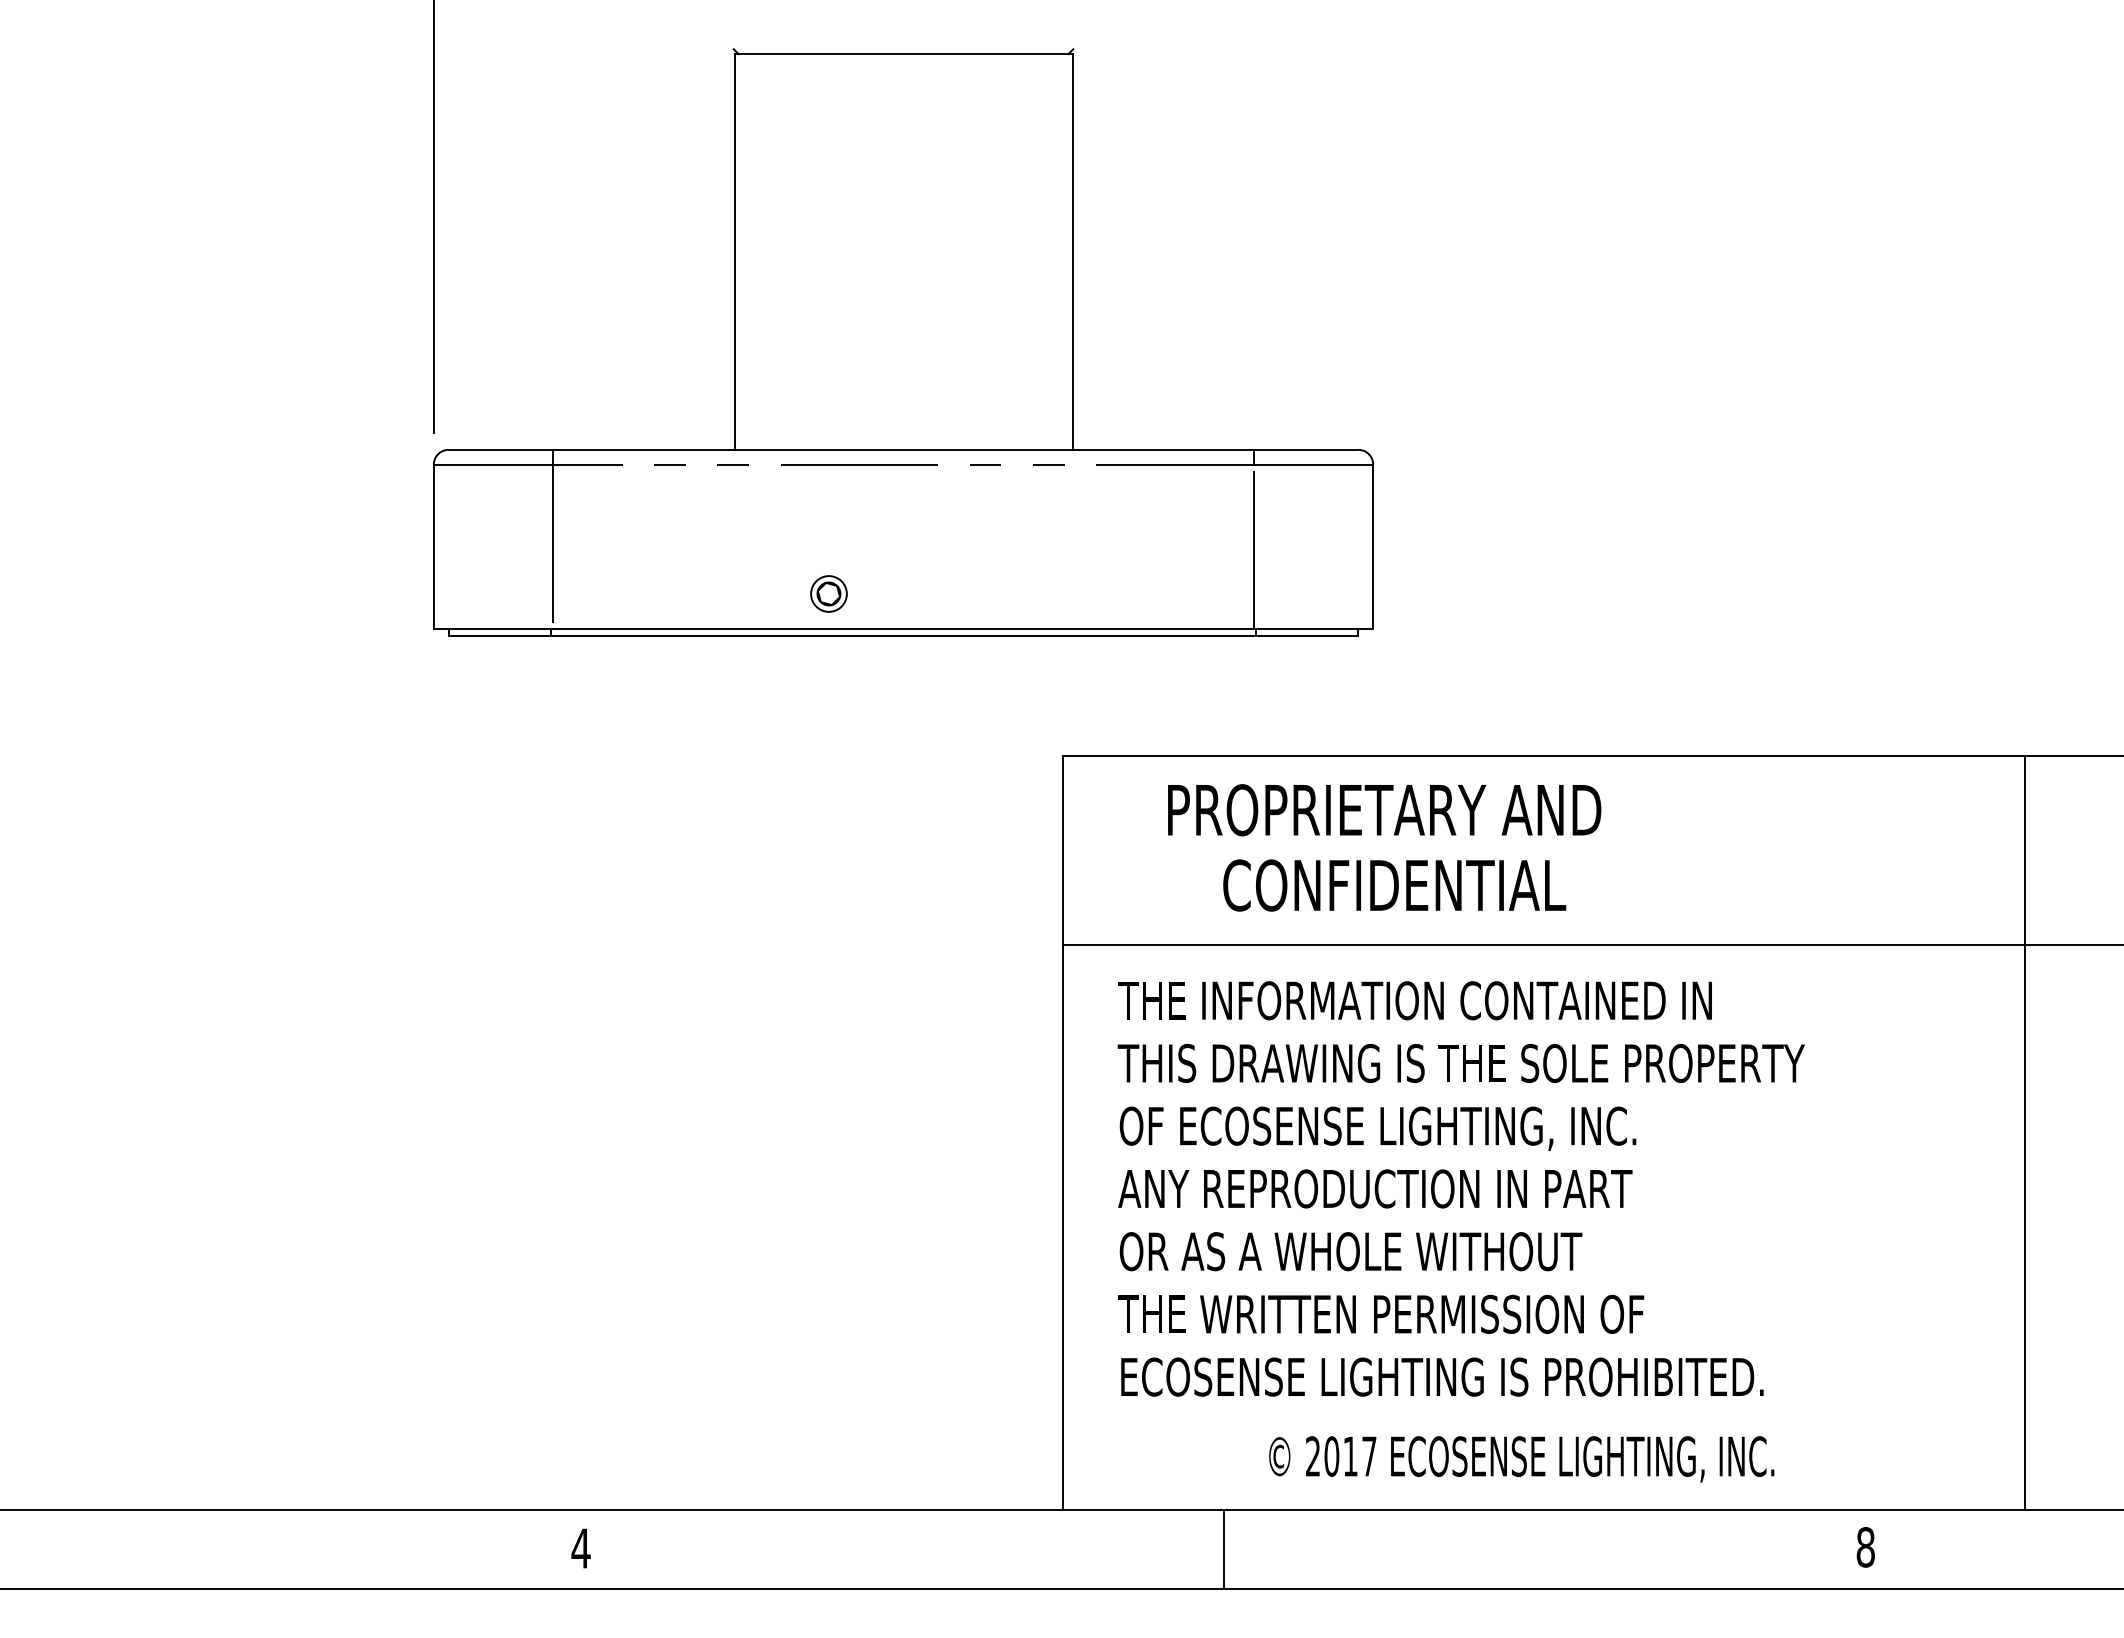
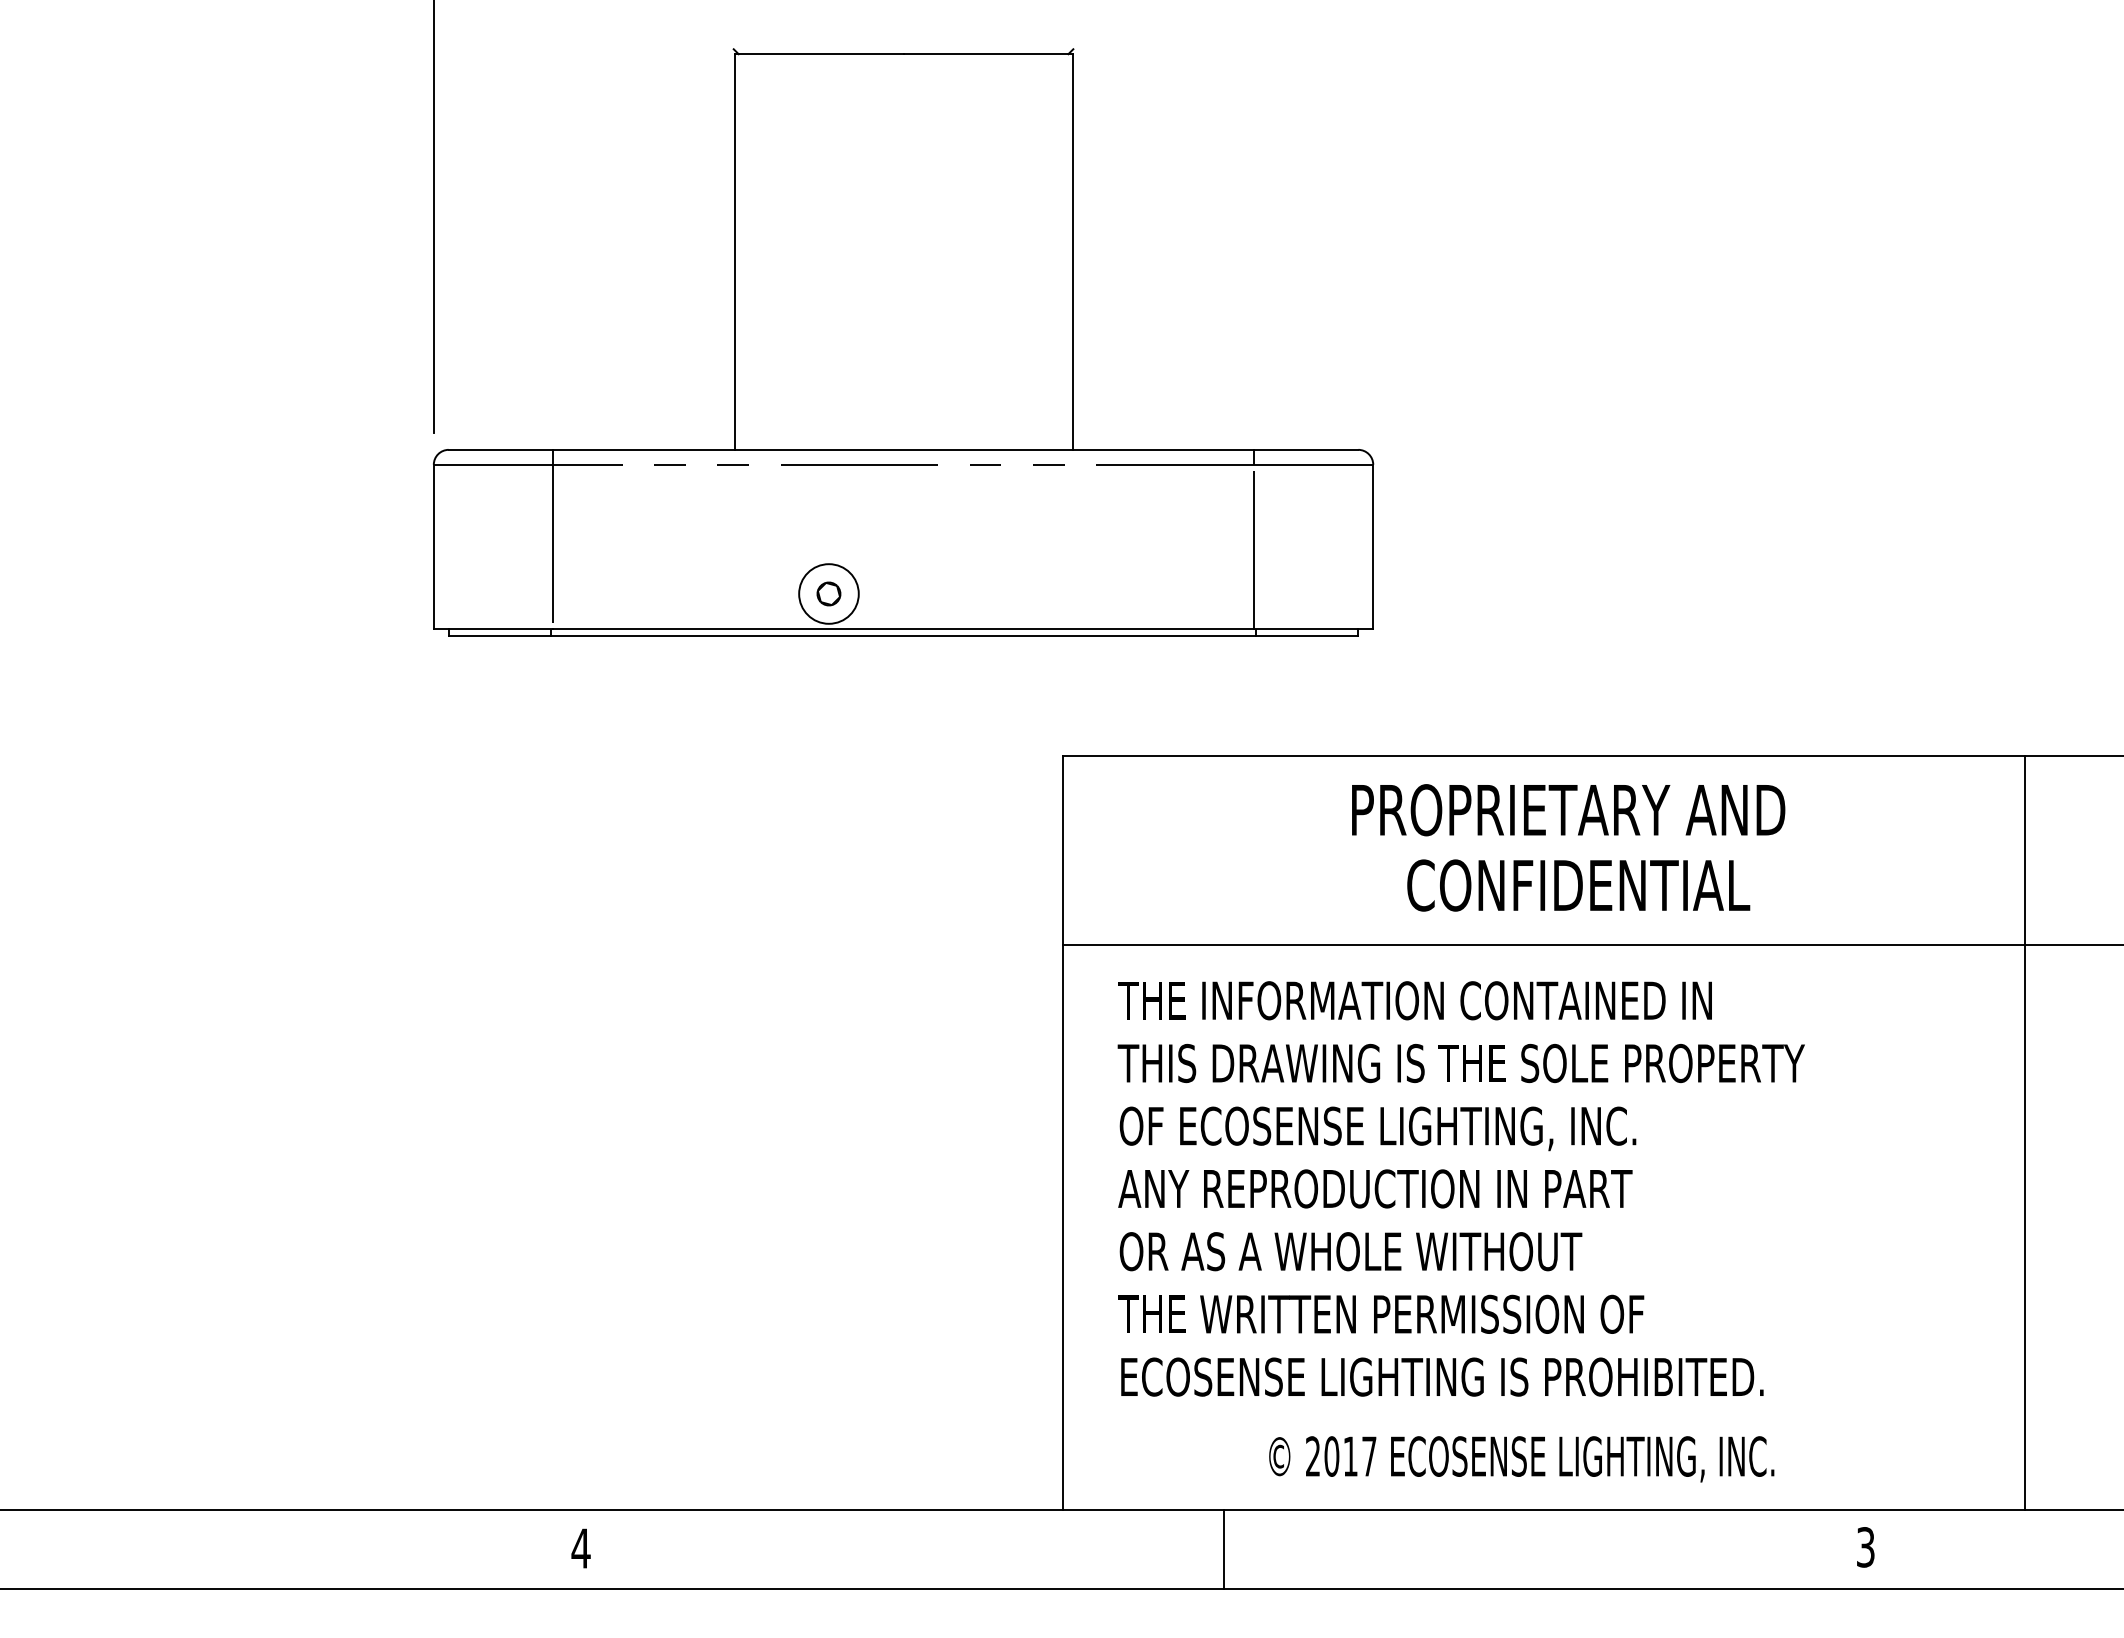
circle at (828, 593) diameter: 36 px -> 60 px
text at (1384, 847) position: (1384, 847) -> (1568, 847)
text at (1865, 1547): 8 -> 3
